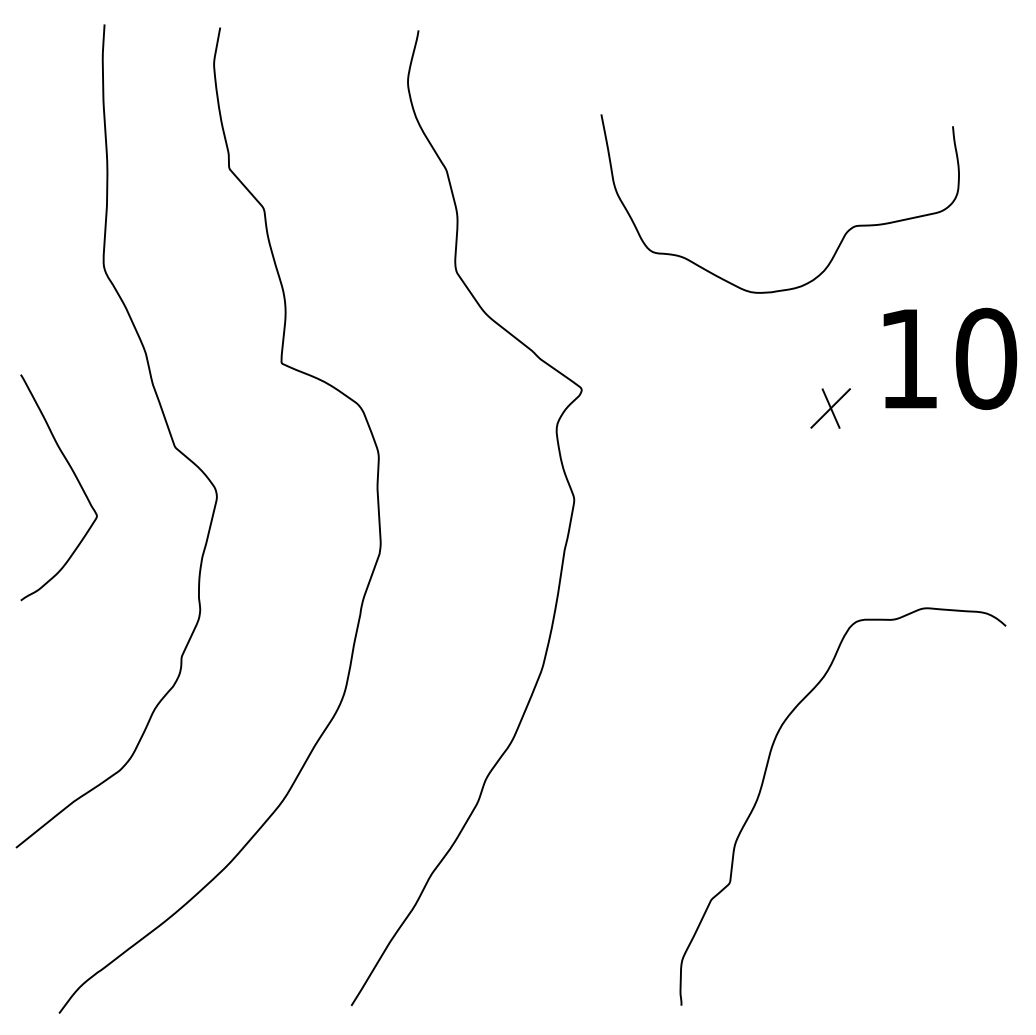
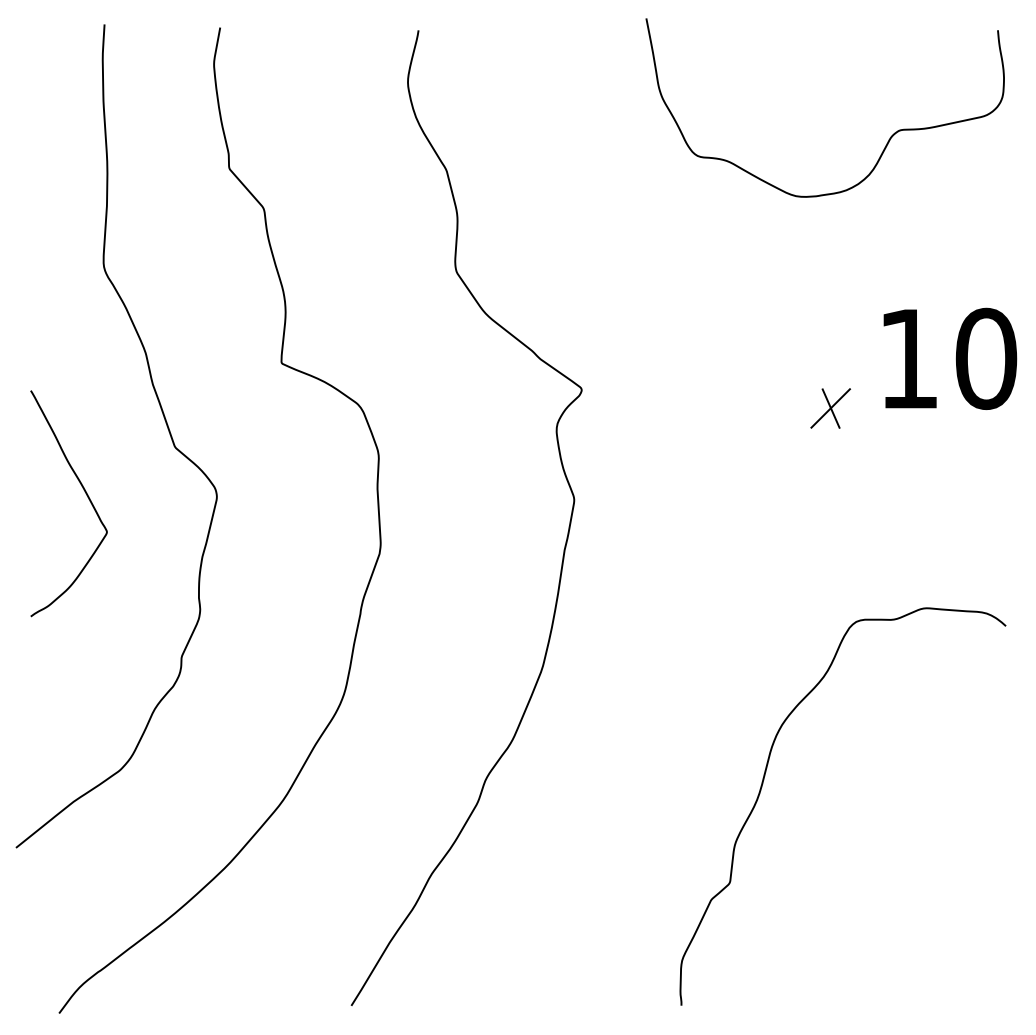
curve at (843, 235) position: (843, 235) -> (888, 139)
curve at (76, 479) position: (76, 479) -> (86, 495)
